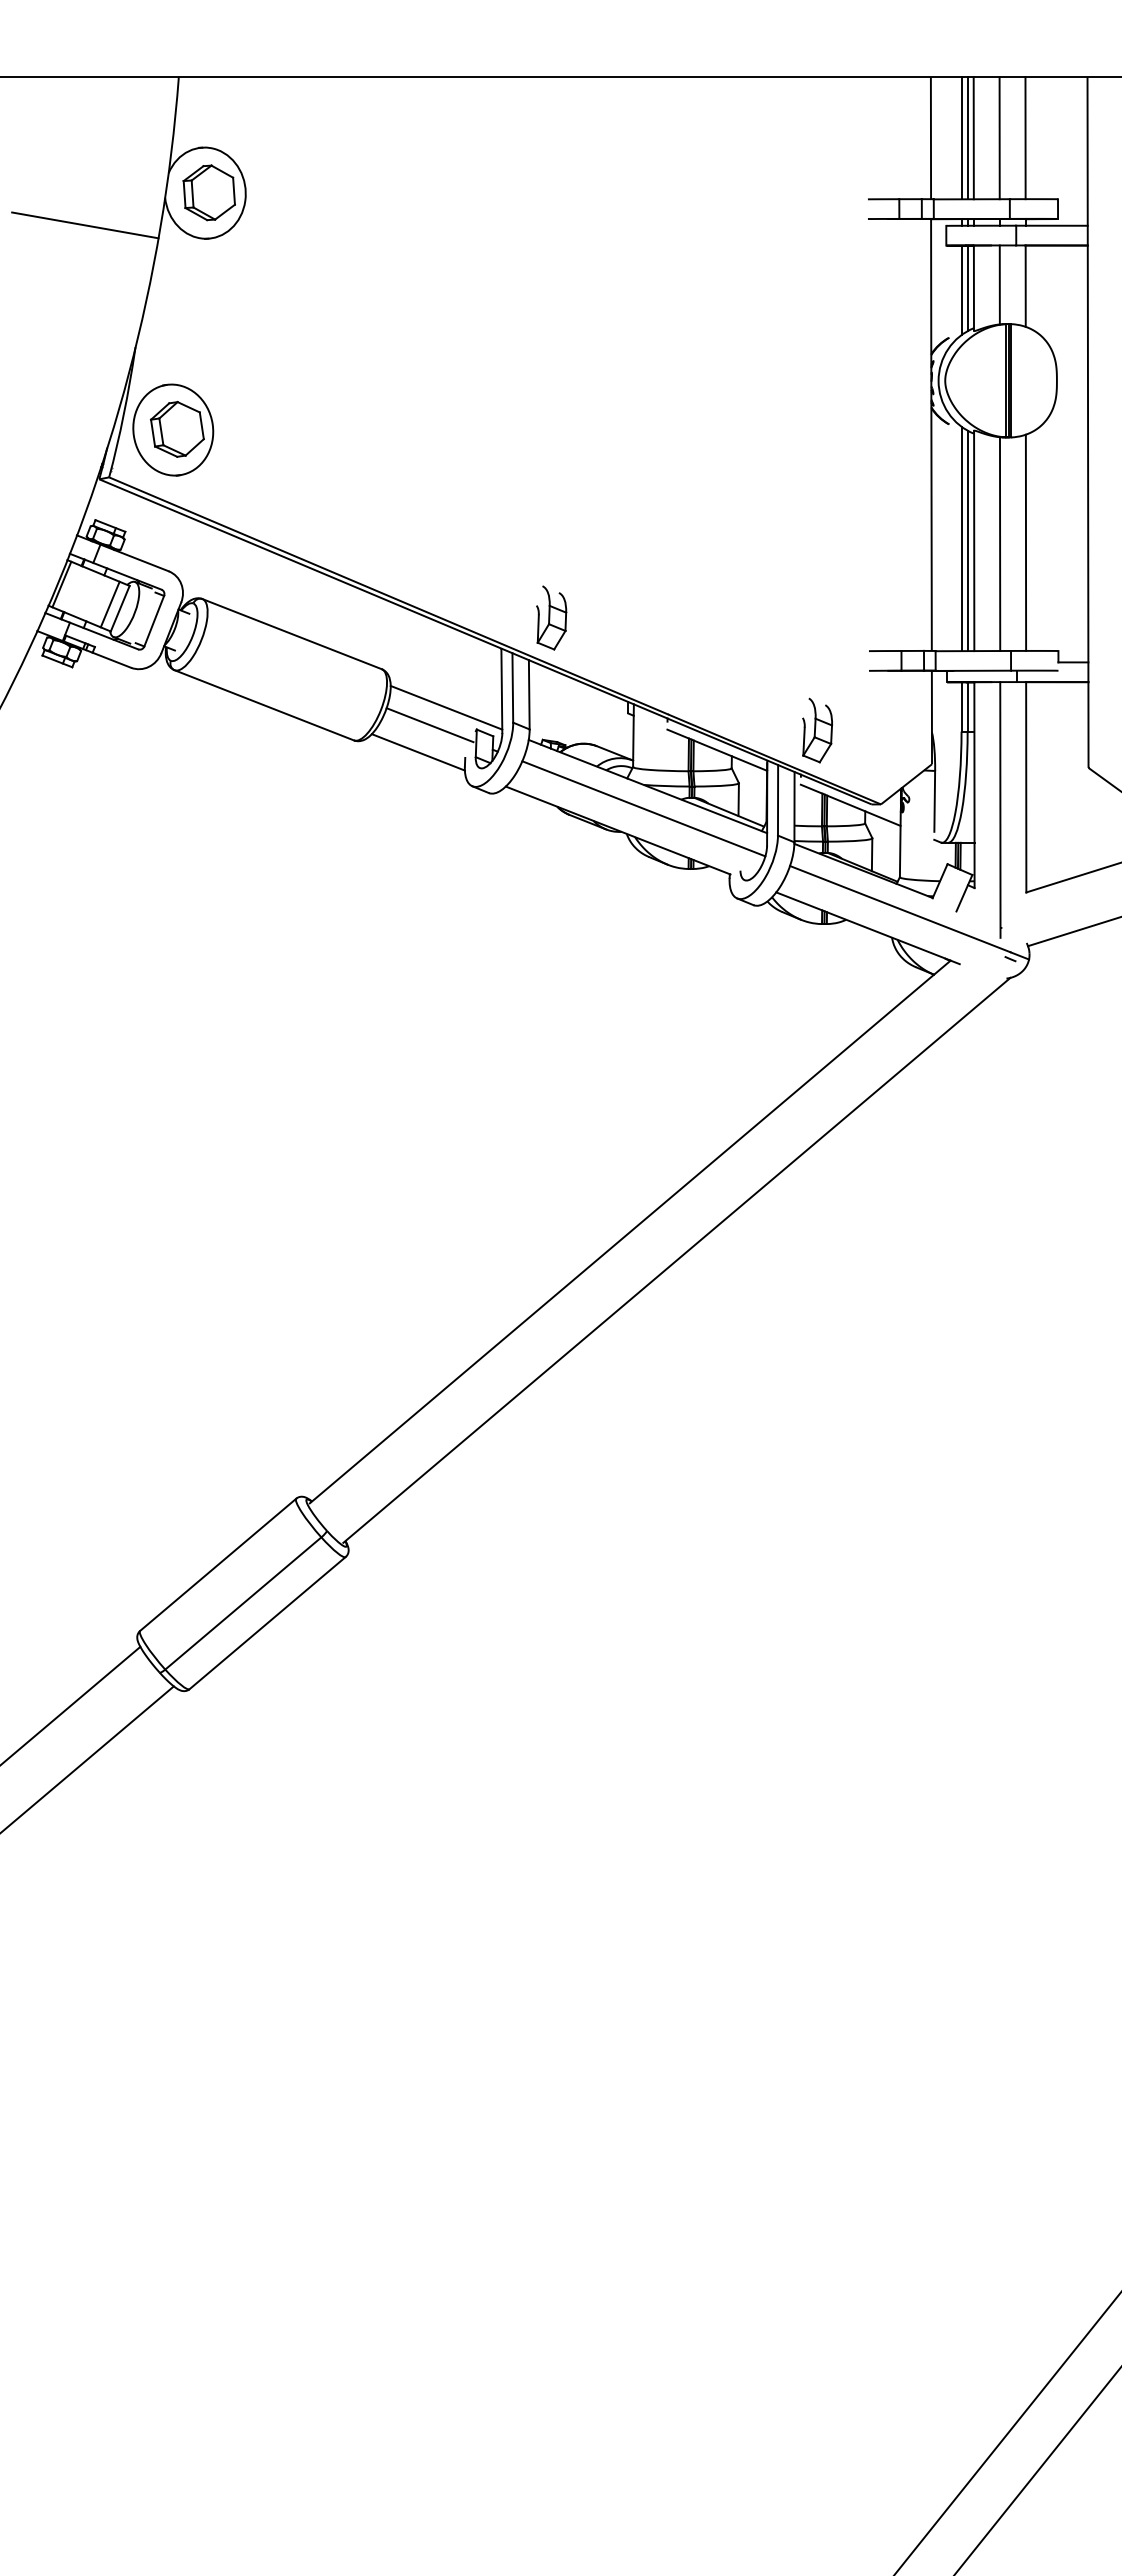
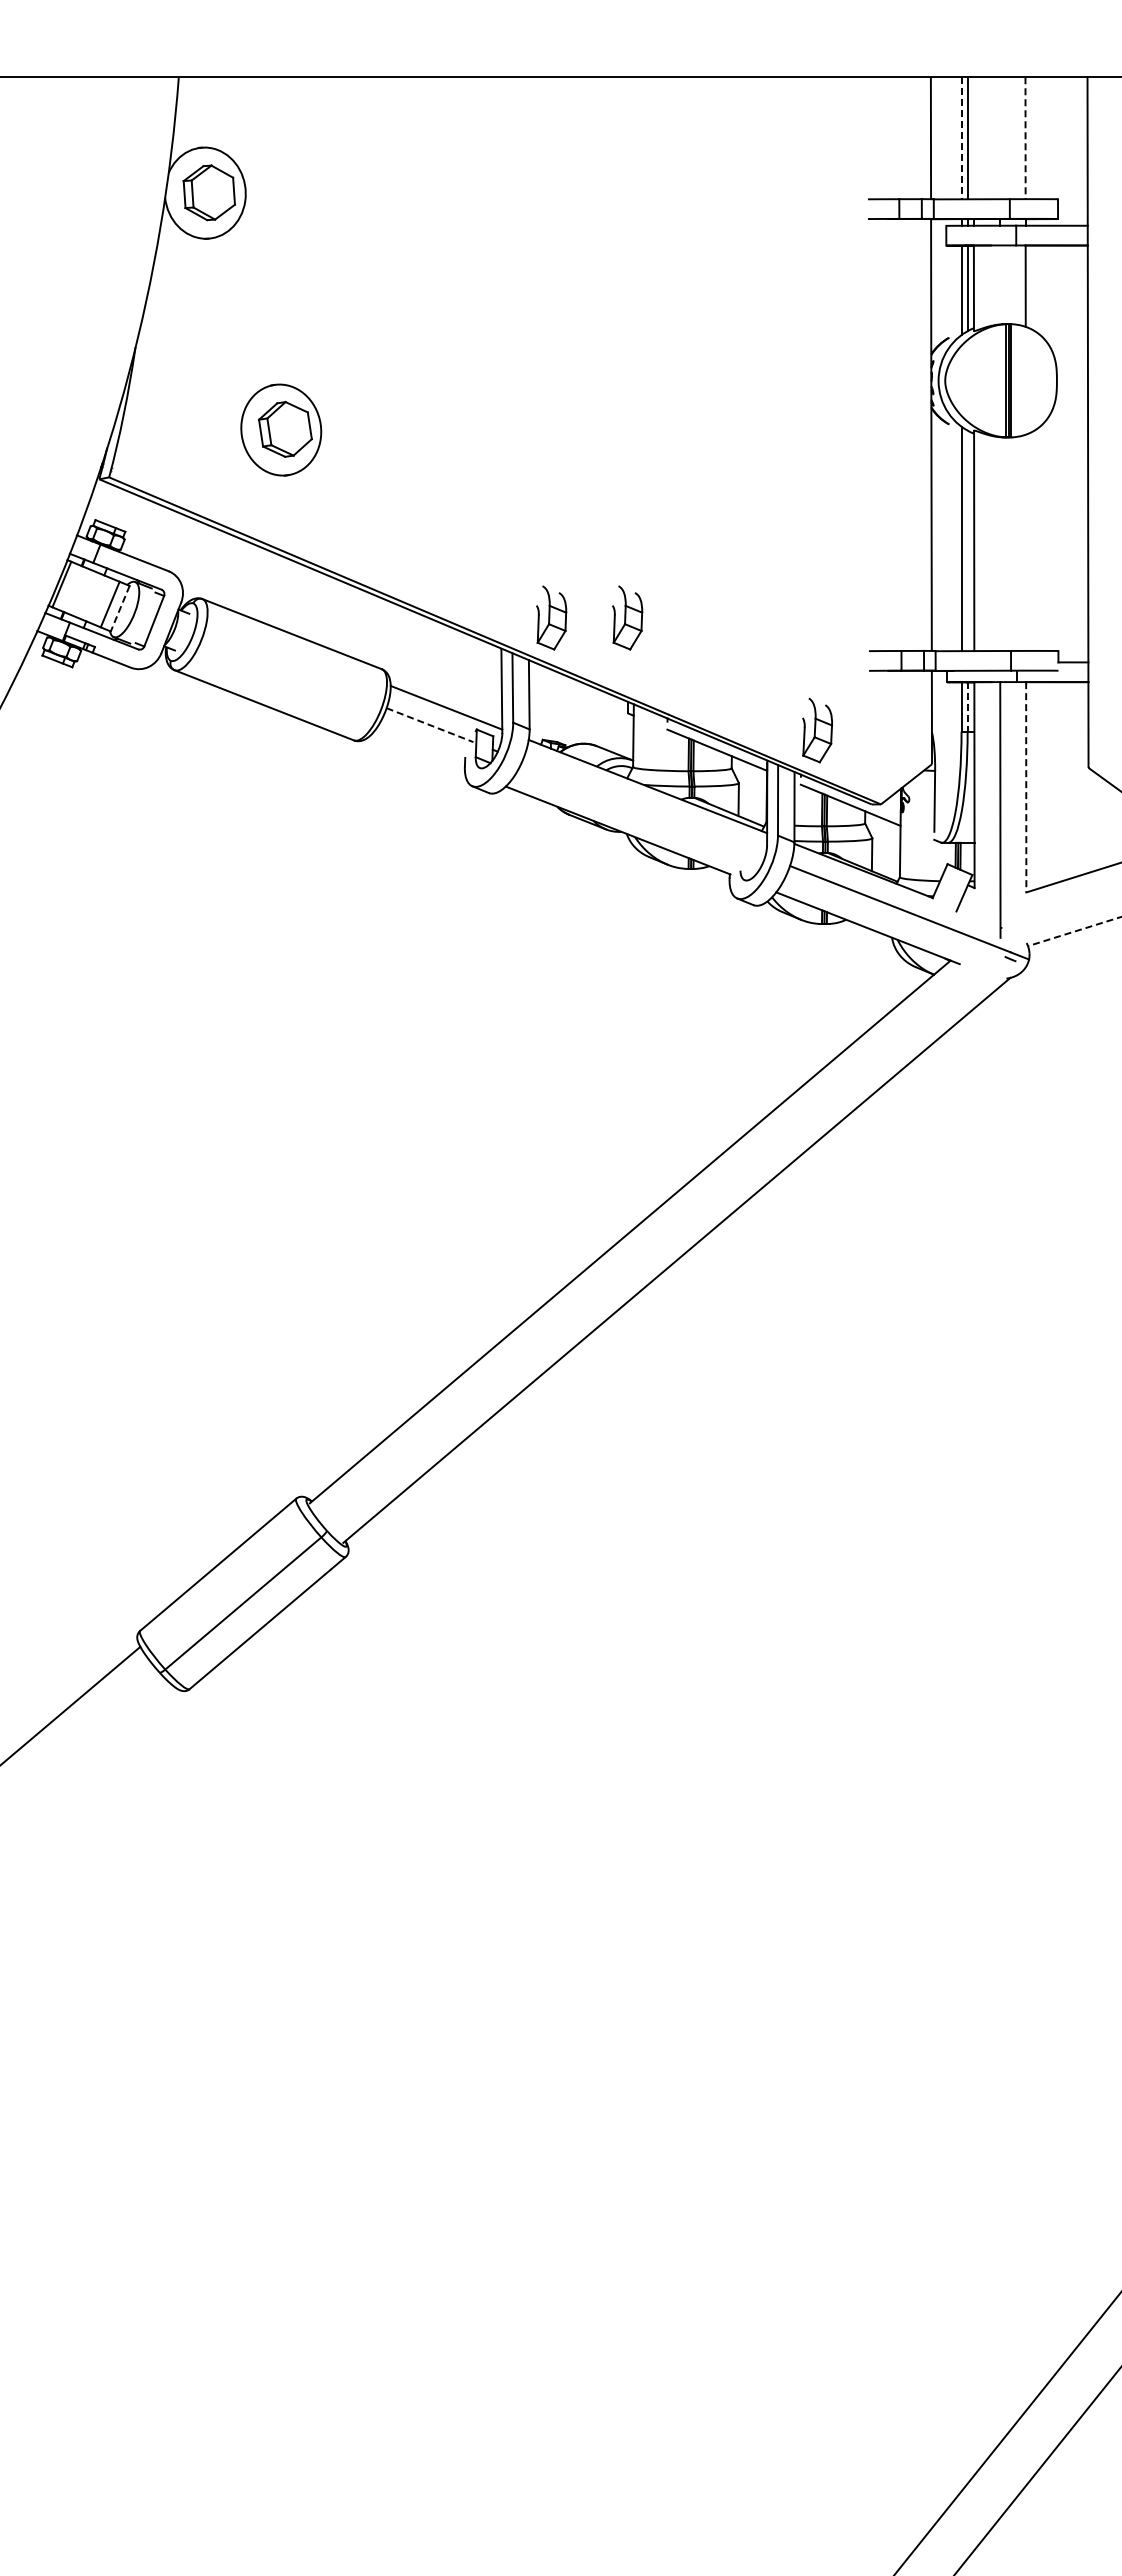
line at (961, 138): solid -> dashed
line at (973, 138): present -> none
line at (999, 138): present -> none
line at (1025, 138): solid -> dashed
line at (85, 225): present -> none
line at (999, 284): present -> none
part at (173, 429) position: (173, 429) -> (281, 429)
line at (967, 540): present -> none
line at (1025, 542): present -> none
line at (999, 544): present -> none
line at (120, 608): solid -> dashed
part at (627, 617): none -> present
line at (967, 707): solid -> dashed
line at (430, 725): solid -> dashed
line at (417, 752): present -> none
line at (1026, 787): solid -> dashed
line at (643, 808): present -> none
line at (1074, 931): solid -> dashed
line at (87, 1758): present -> none
